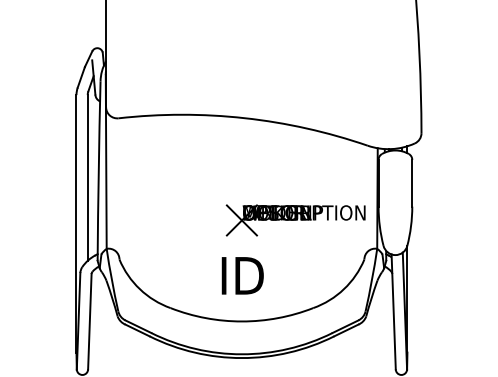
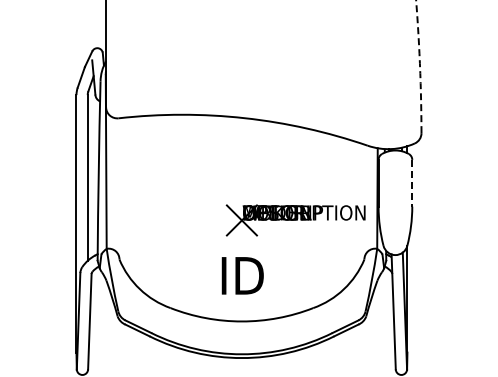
arc at (419, 65): solid -> dashed
line at (412, 183): solid -> dashed
